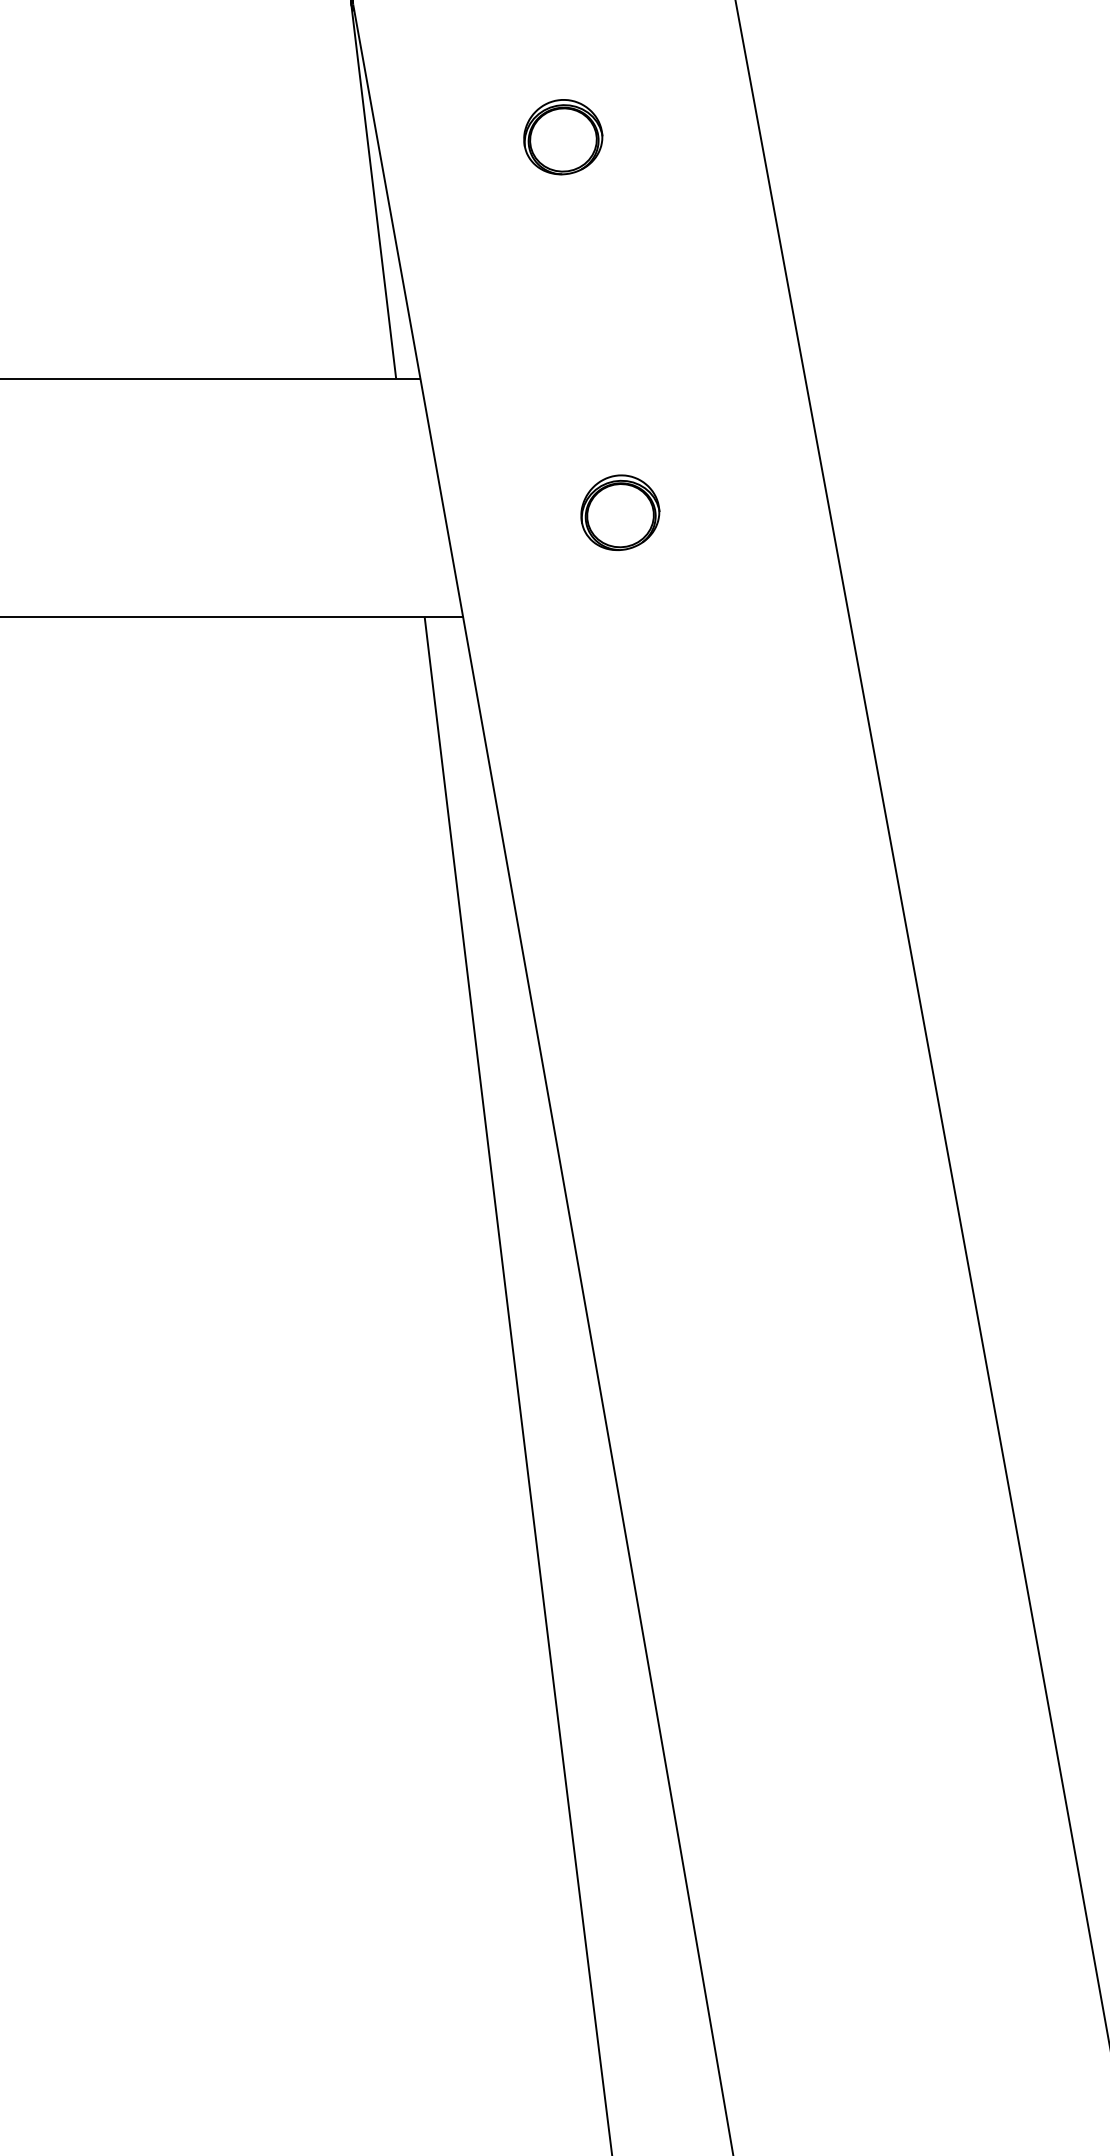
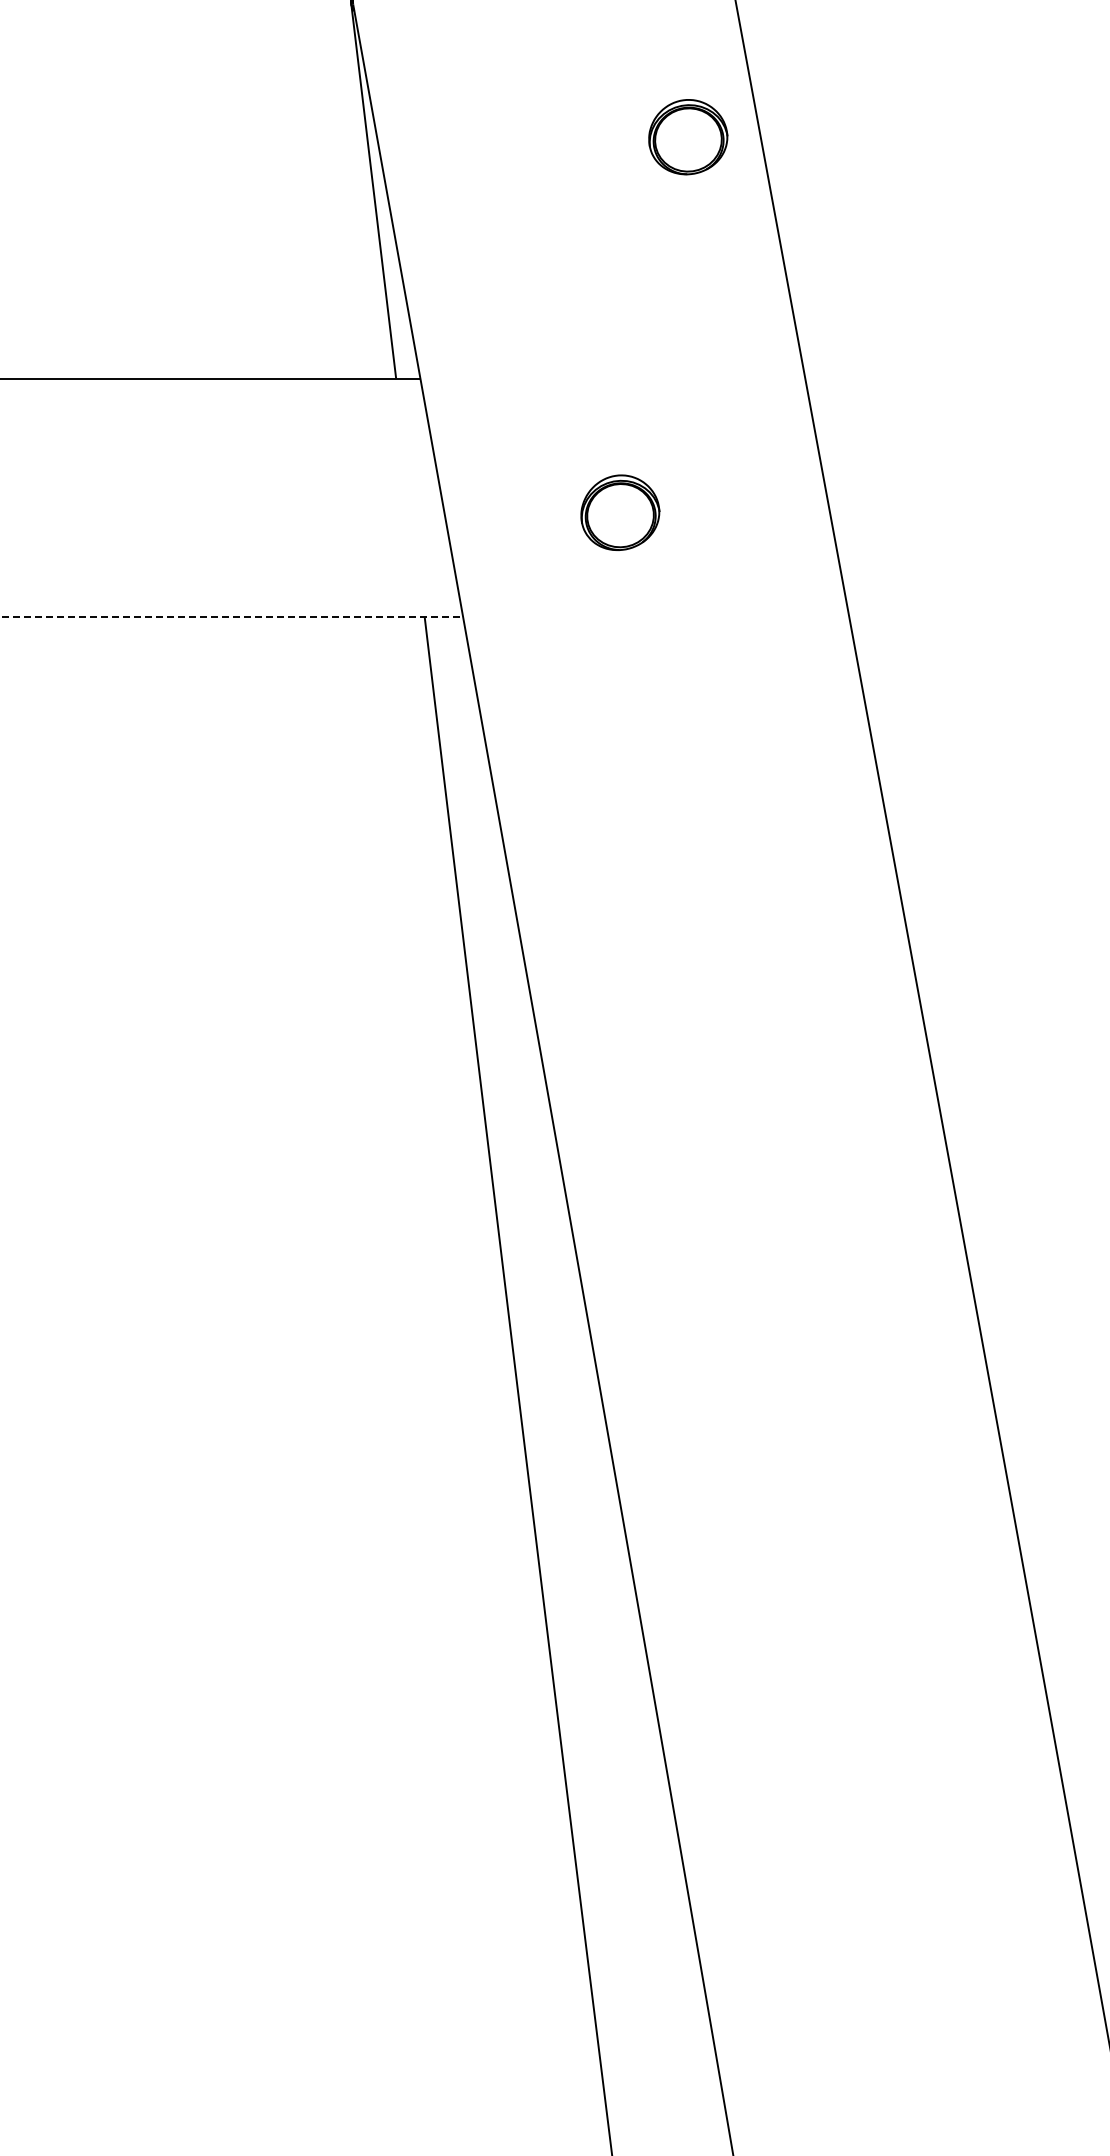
part at (563, 137) position: (563, 137) -> (688, 137)
line at (232, 617): solid -> dashed
